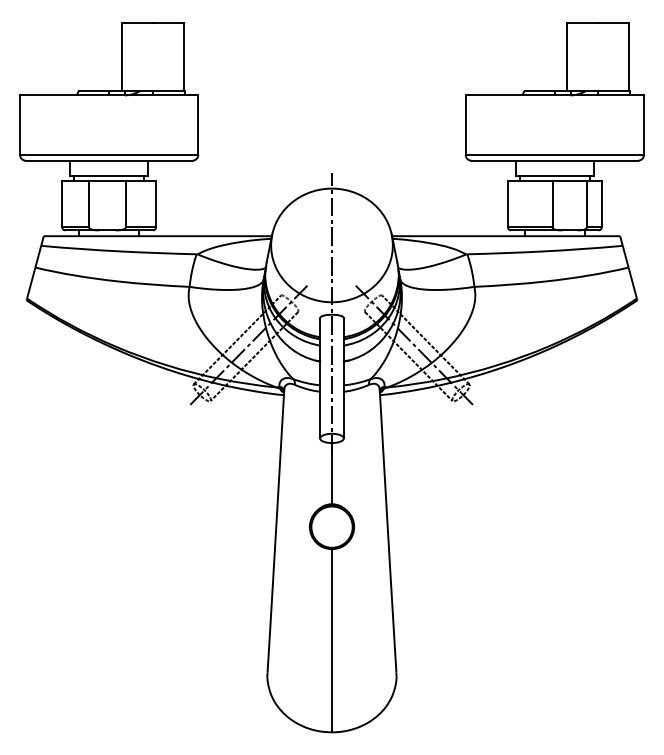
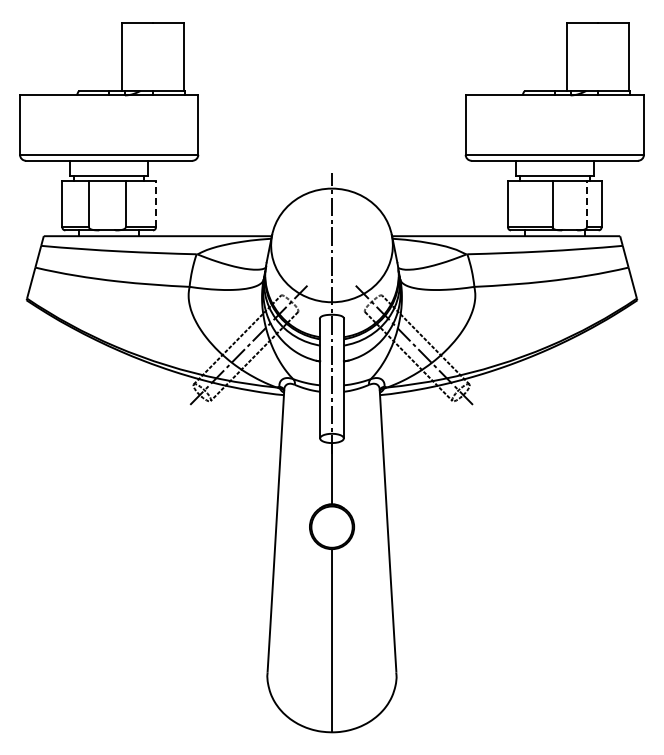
line at (155, 203): solid -> dashed
line at (586, 203): solid -> dashed
